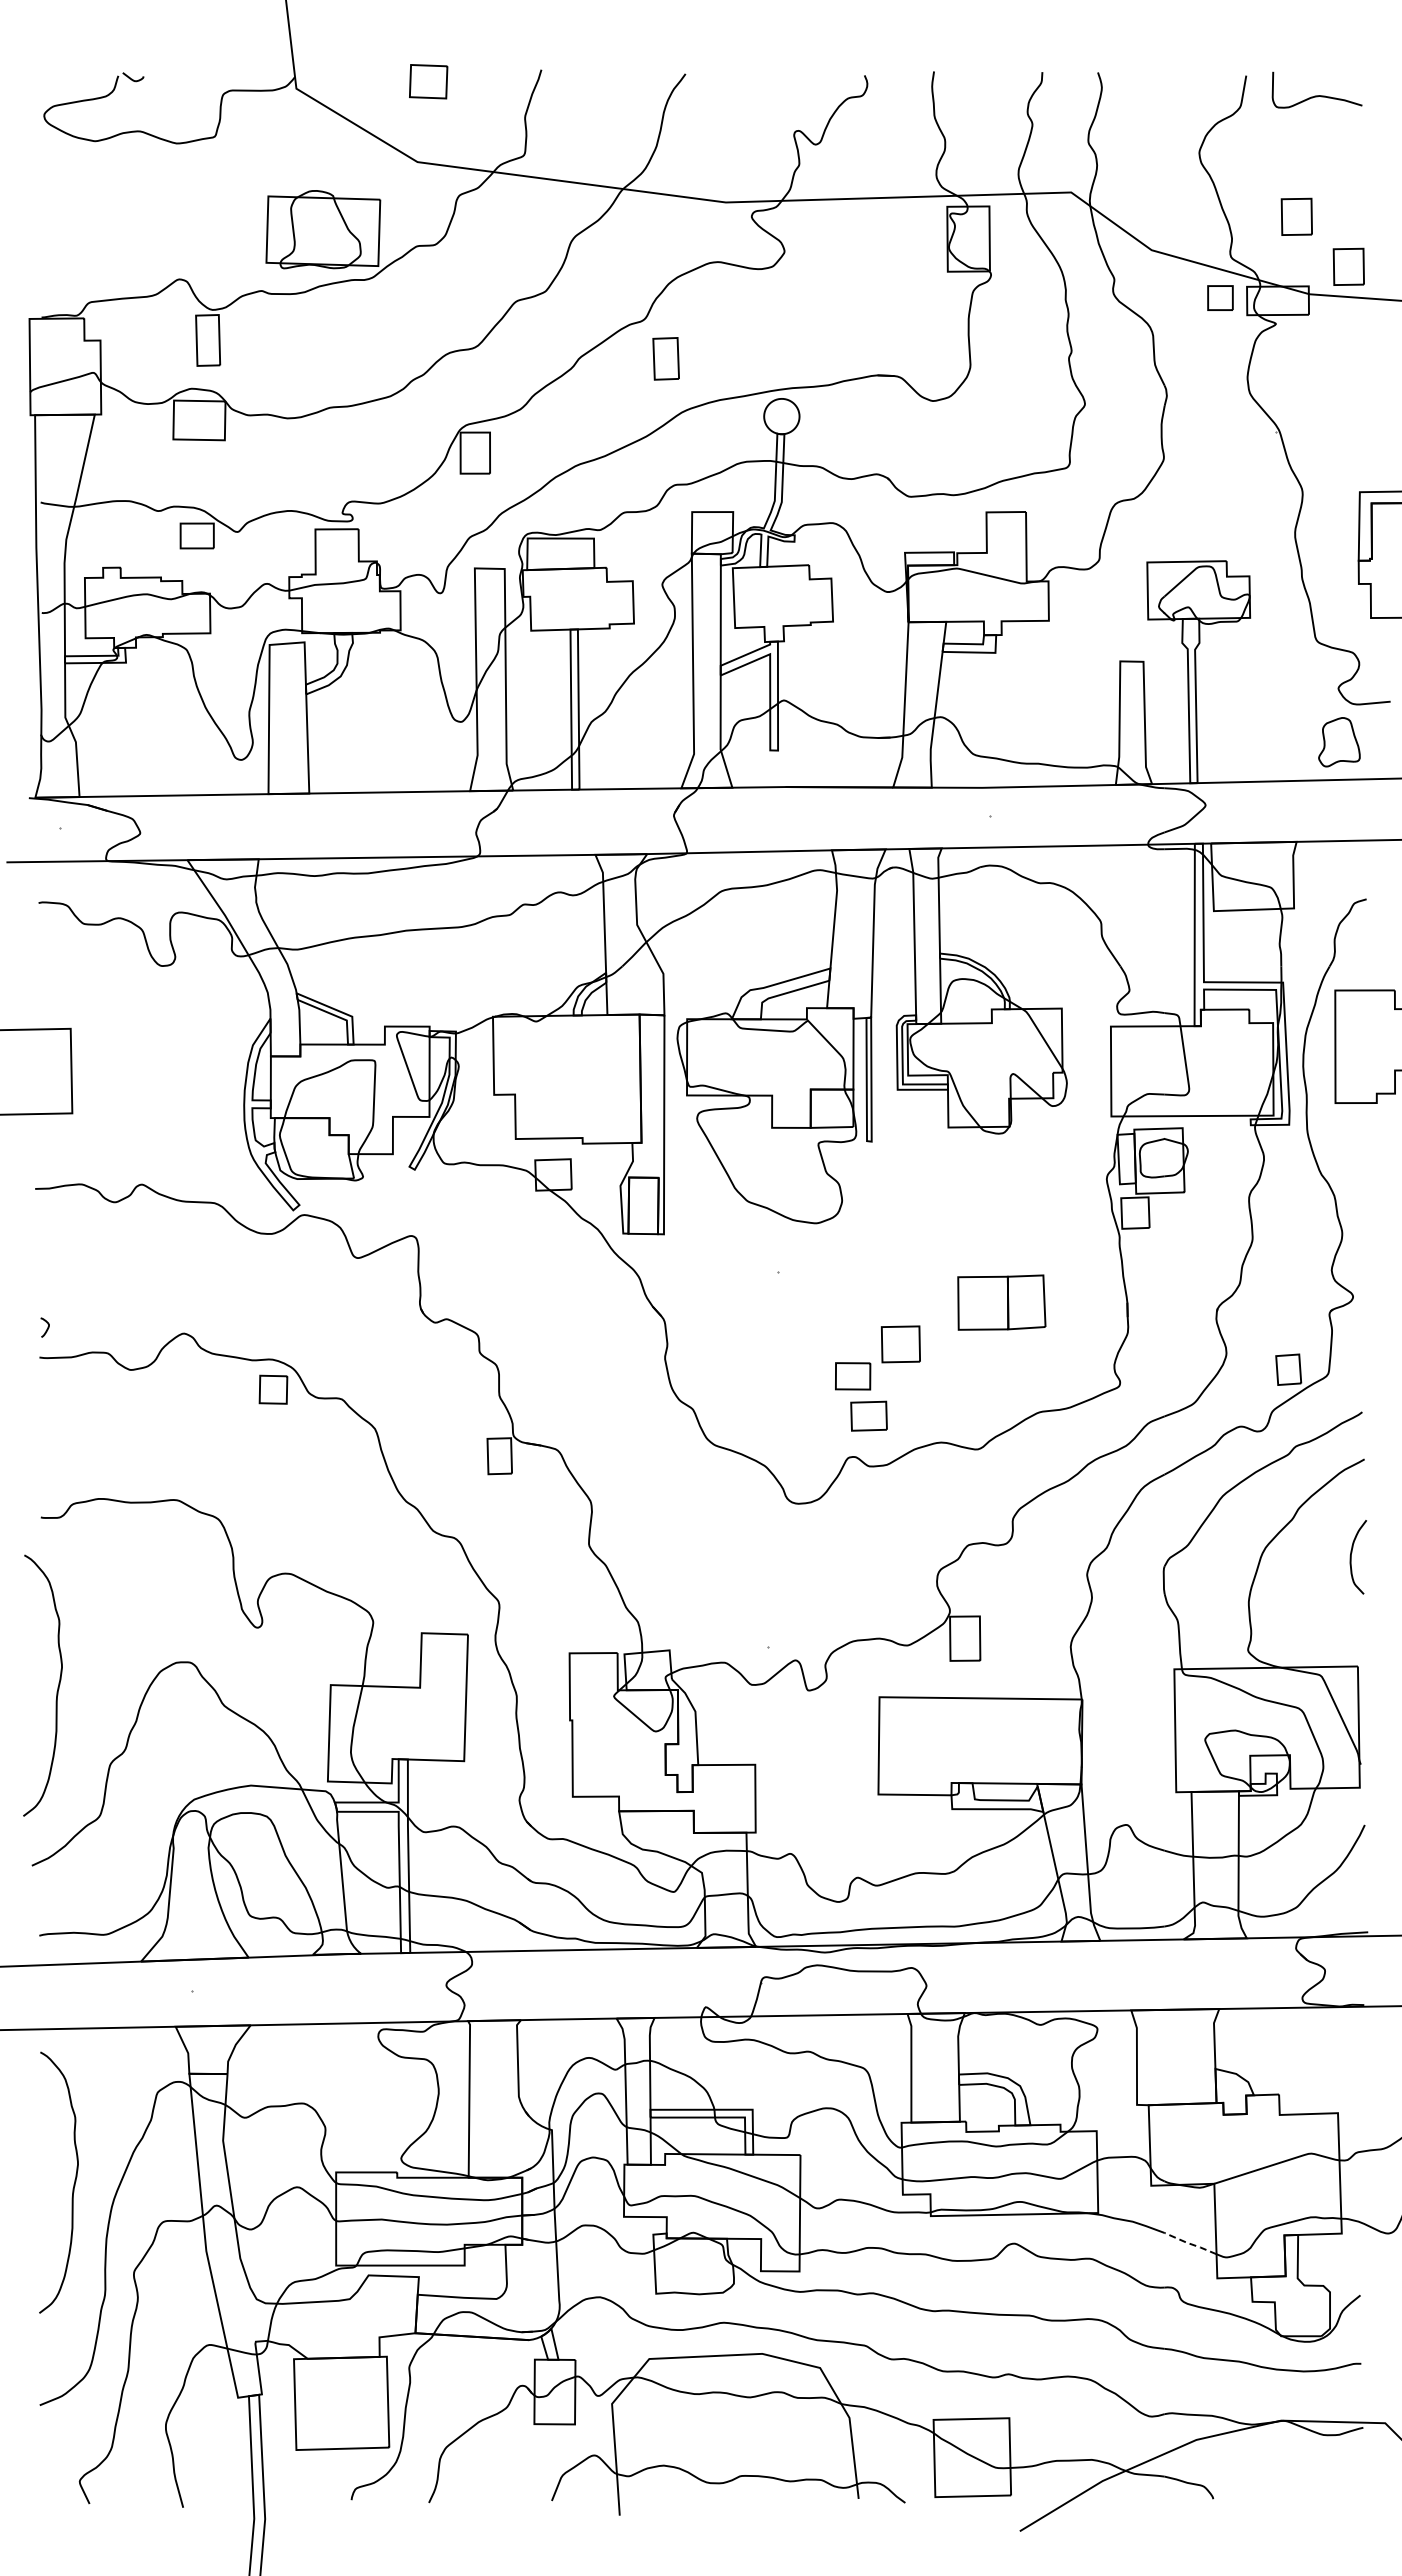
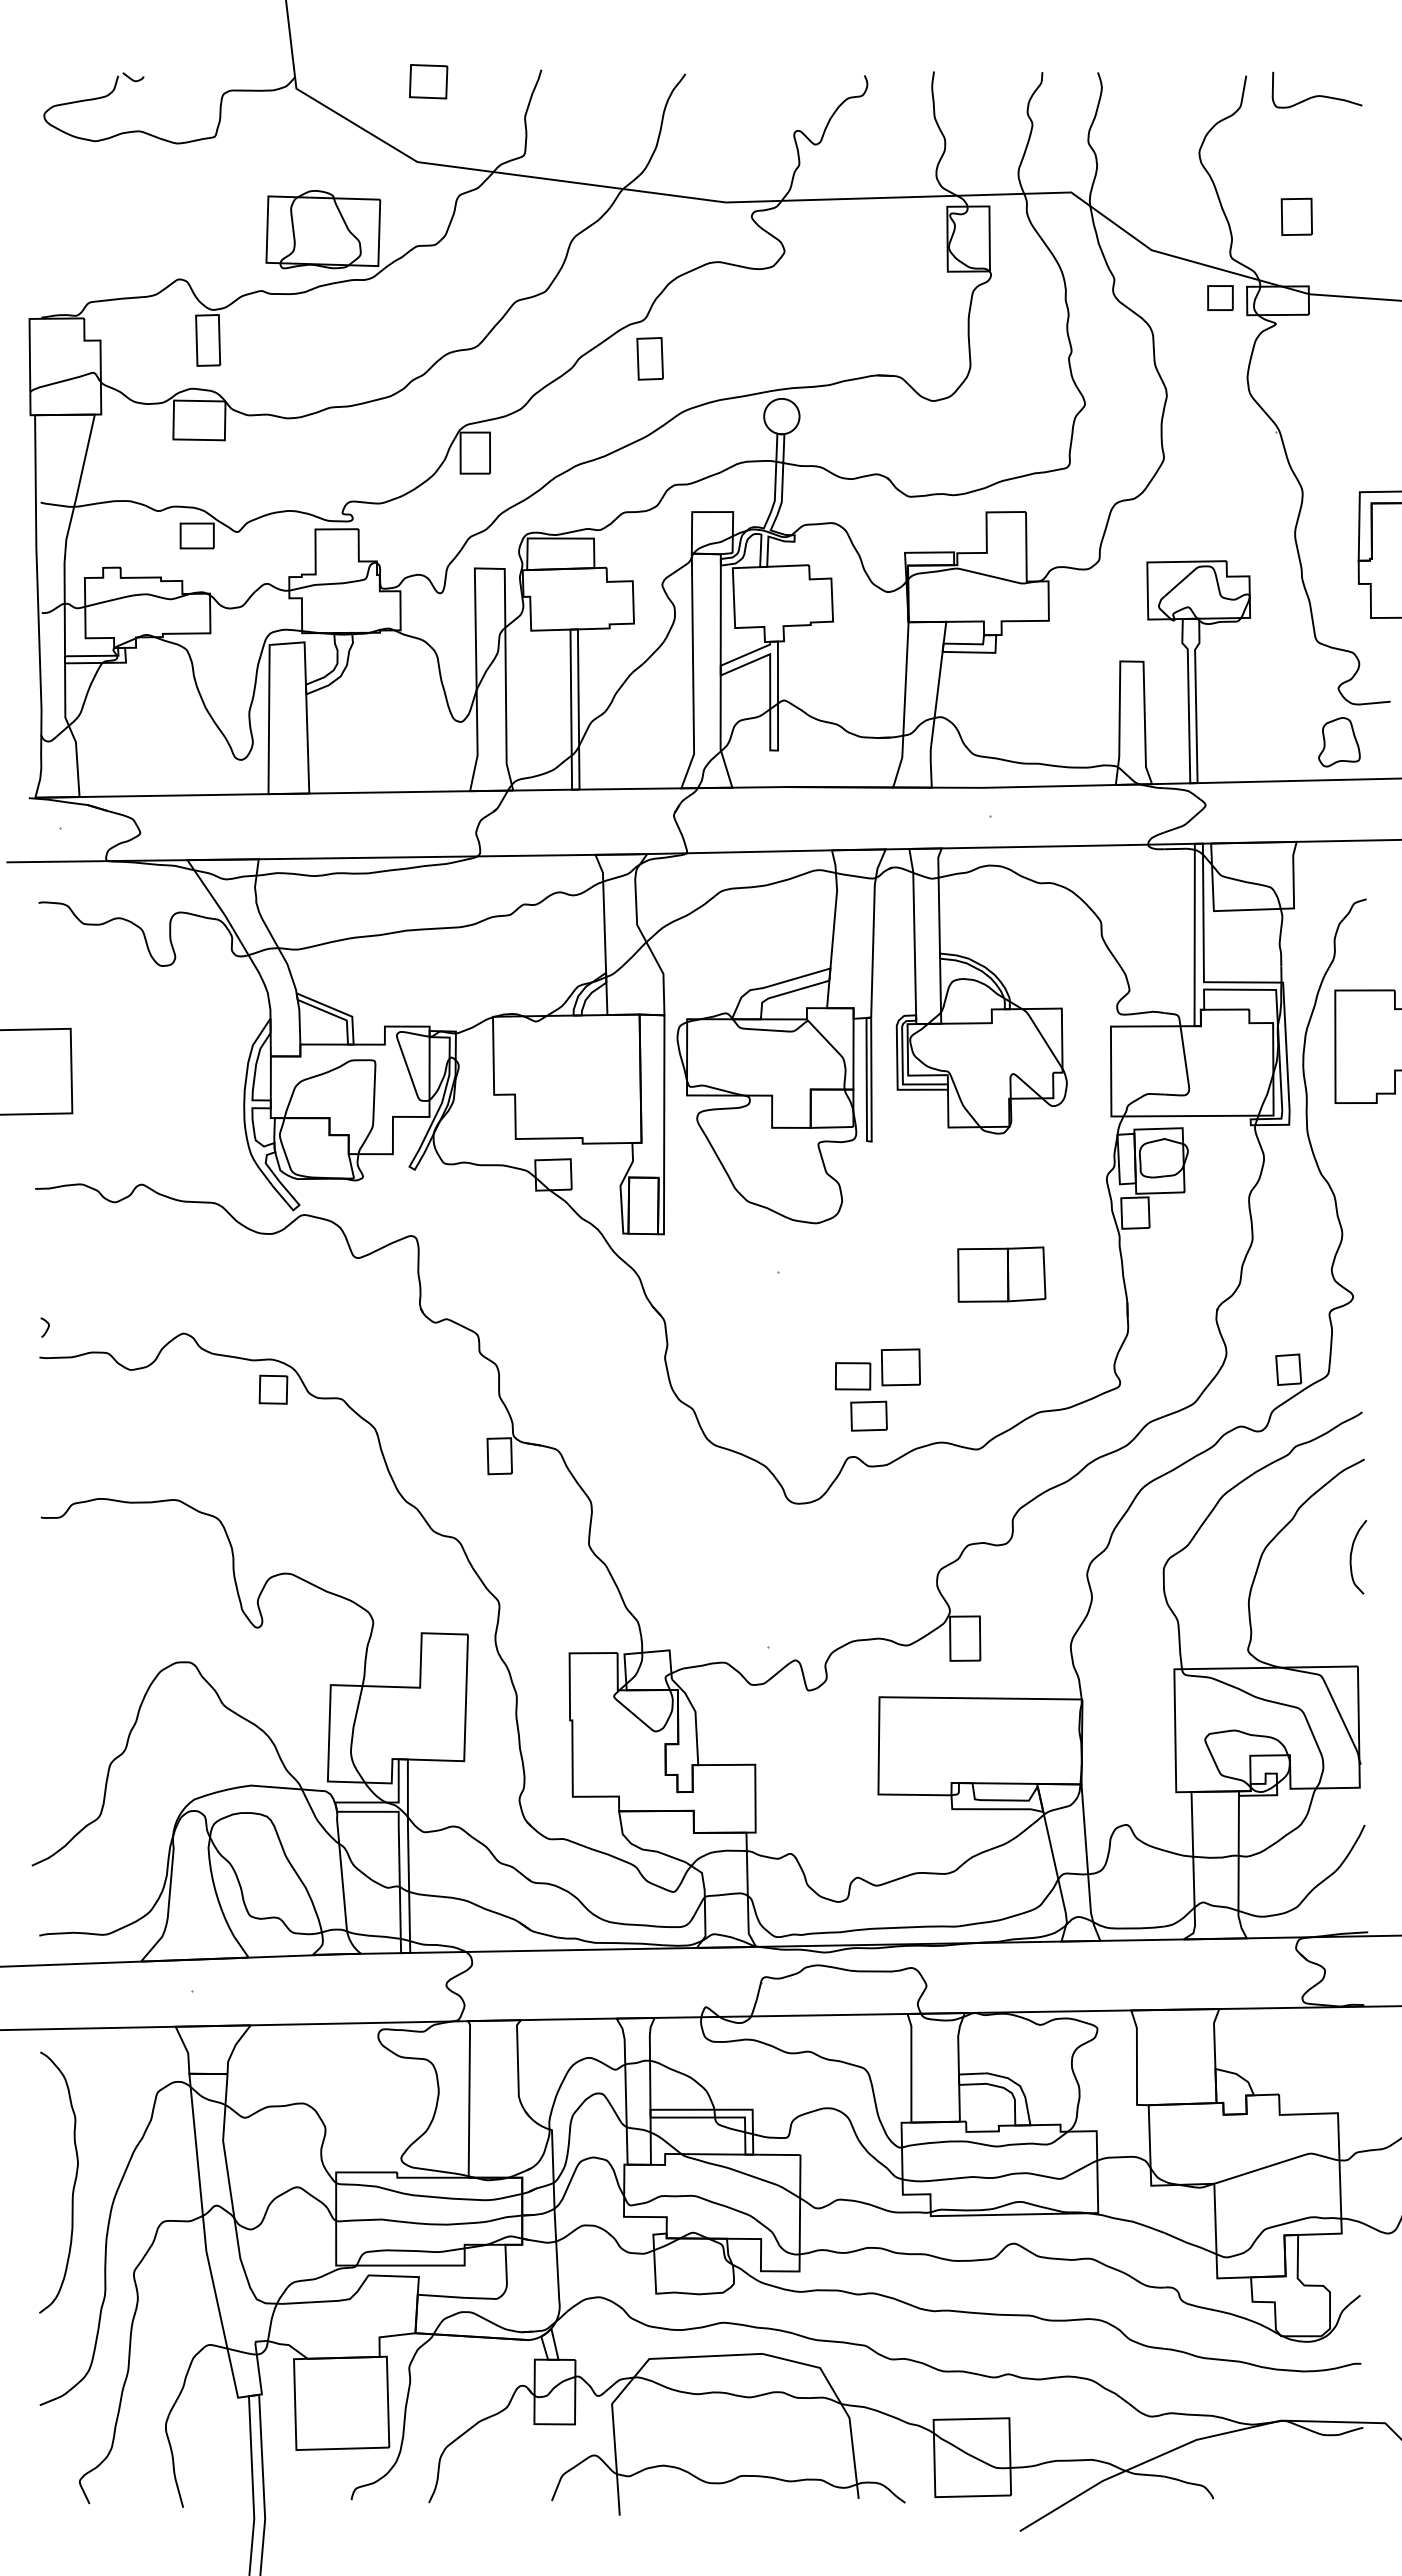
part at (1348, 266): present -> none
part at (665, 358) position: (665, 358) -> (649, 358)
part at (1001, 1302) position: (1001, 1302) -> (1001, 1274)
part at (900, 1344) position: (900, 1344) -> (900, 1367)
curve at (57, 1687): present -> none
line at (1190, 2243): dashed -> solid
